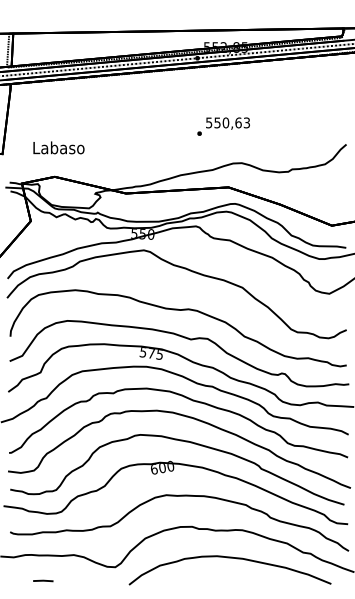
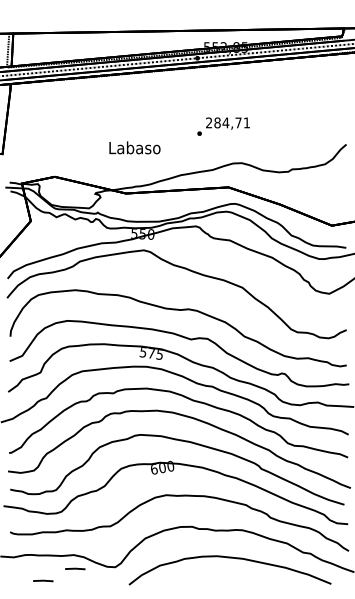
text at (227, 122): 550,63 -> 284,71
text at (58, 147) position: (58, 147) -> (134, 147)
line at (75, 568): none -> present
